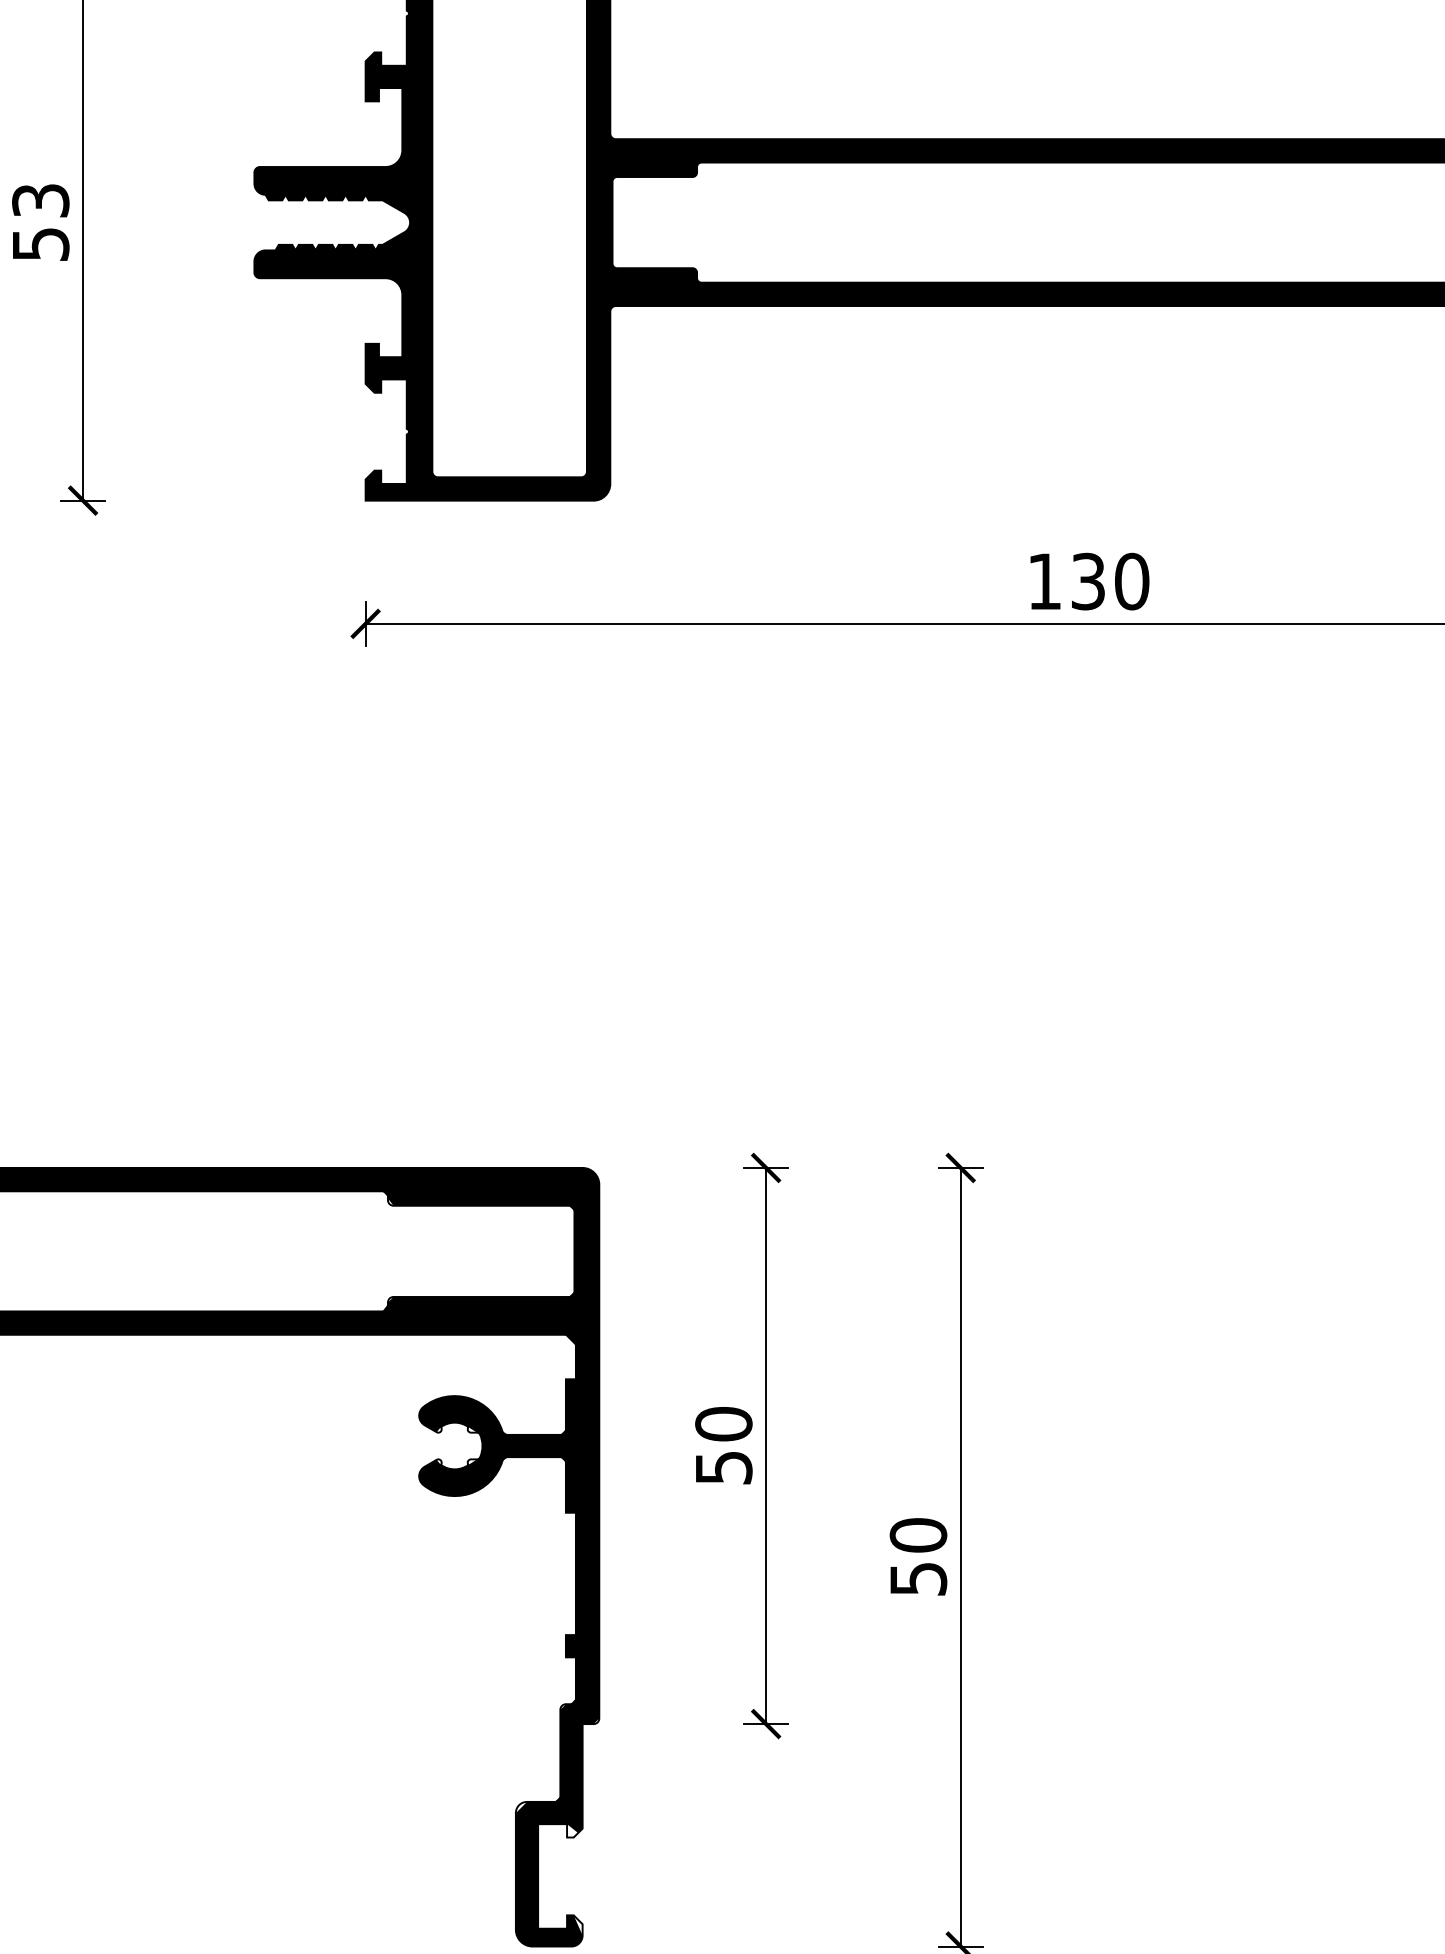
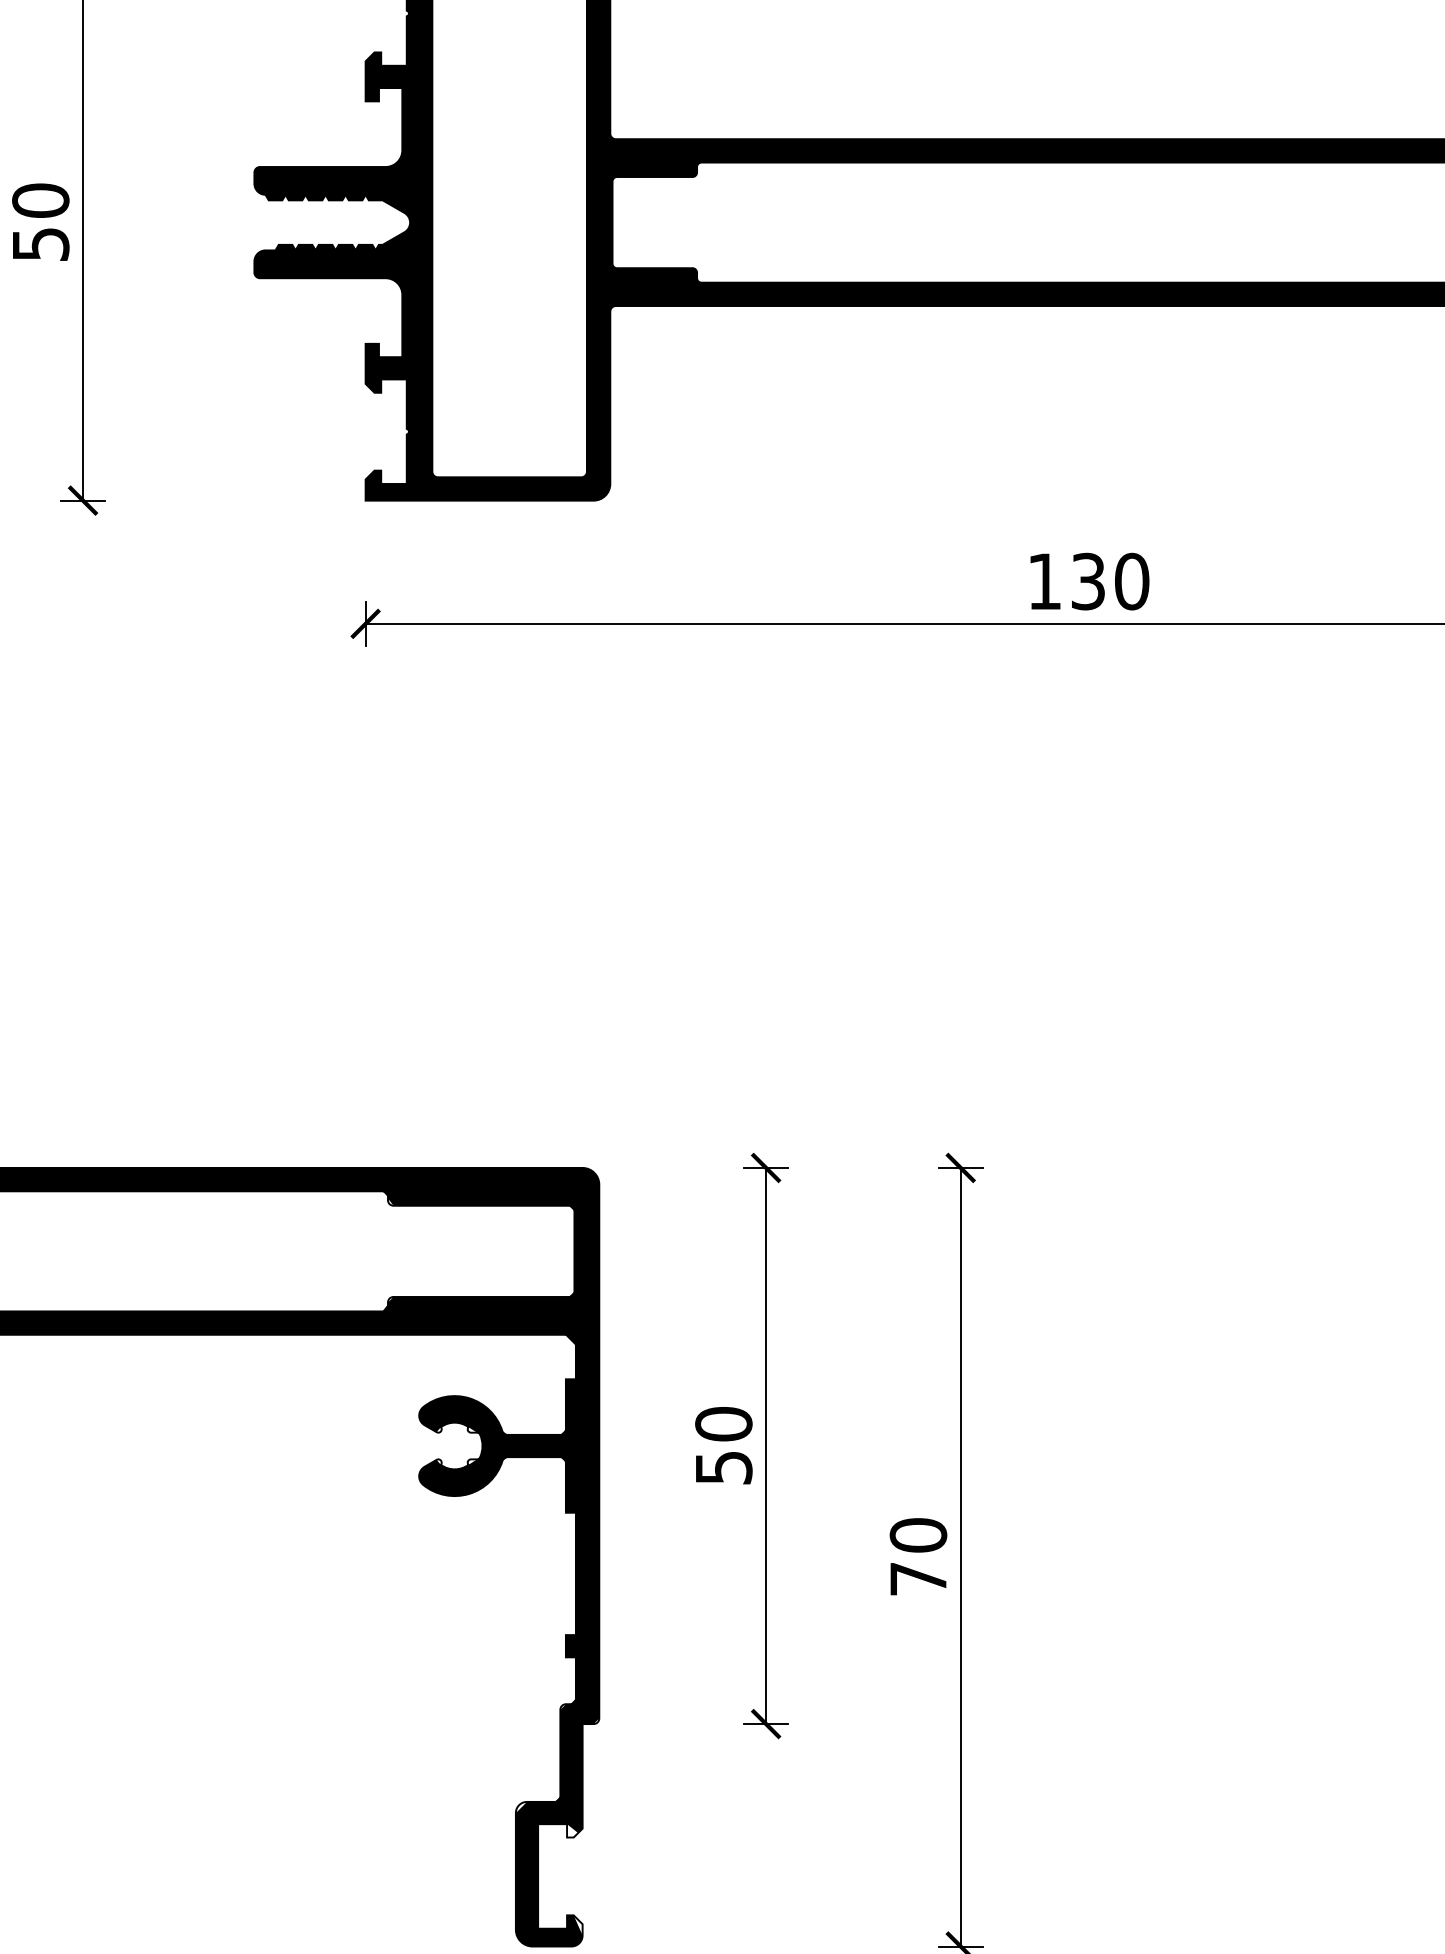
text at (40, 200): 53 -> 50
text at (918, 1579): 50 -> 70
